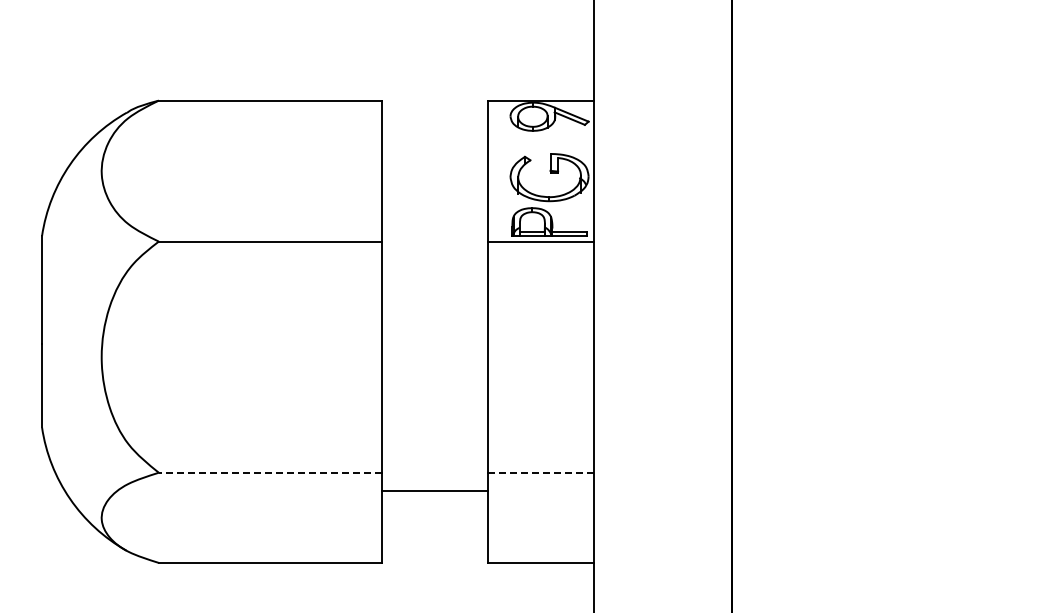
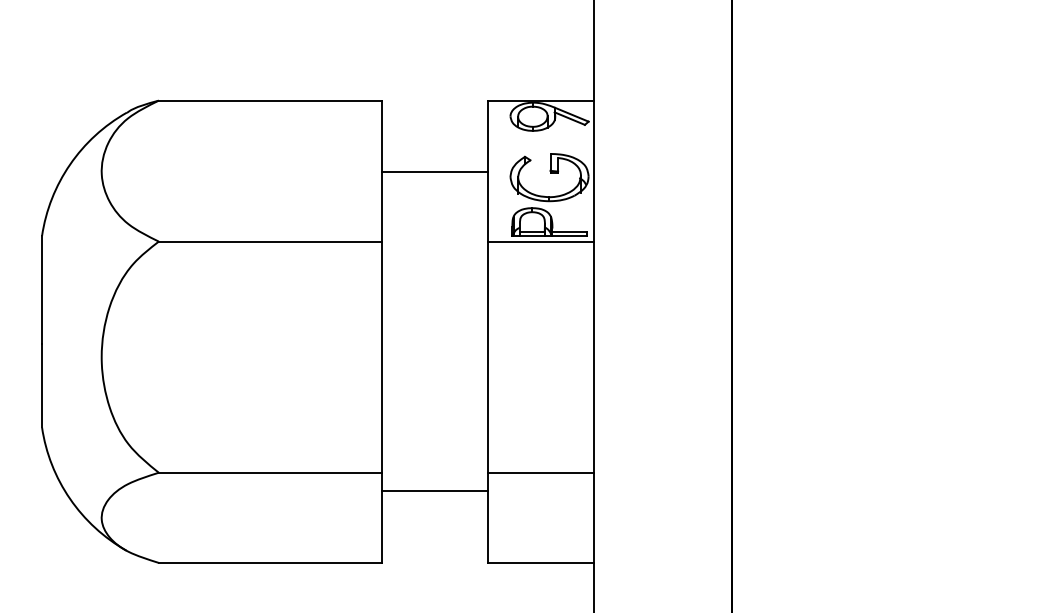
line at (434, 172): none -> present
line at (270, 472): dashed -> solid
line at (541, 472): dashed -> solid
